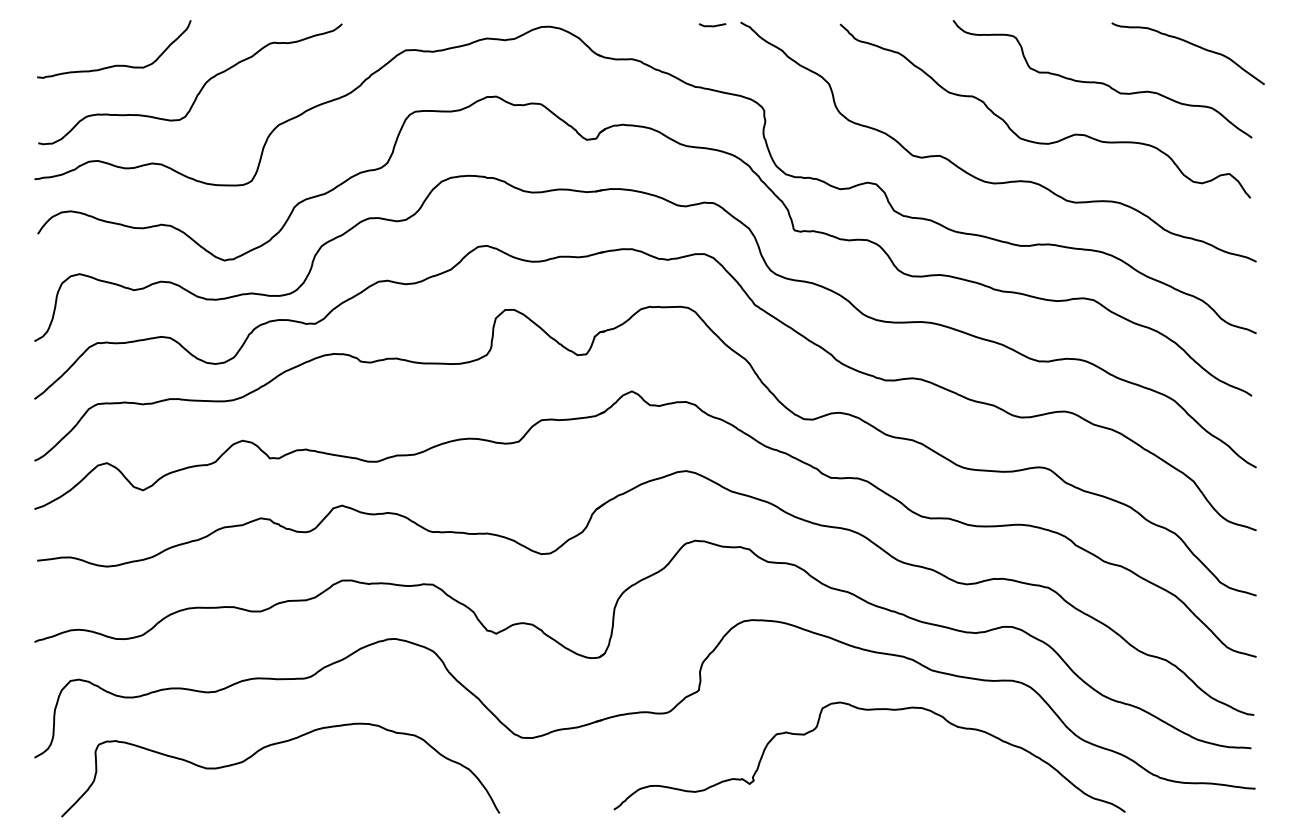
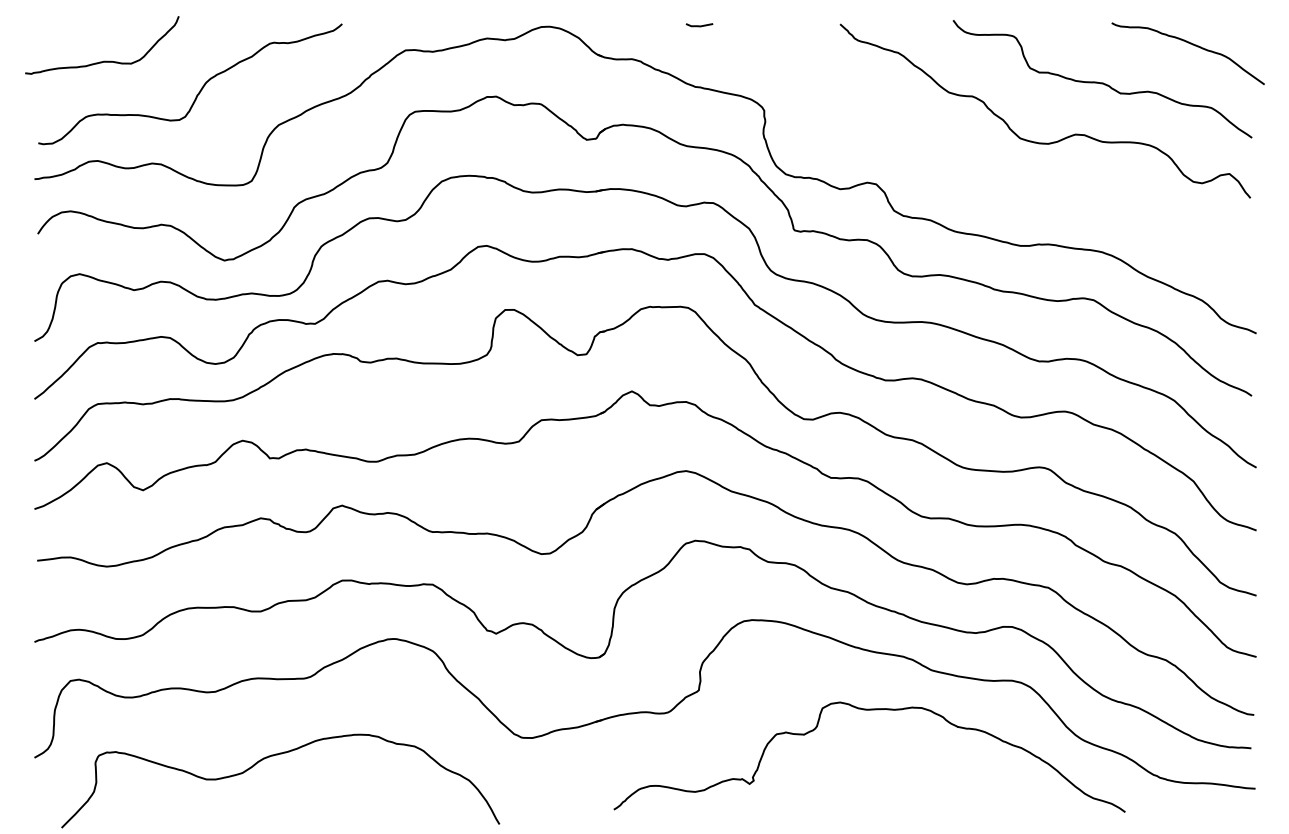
line at (712, 25) position: (712, 25) -> (699, 25)
curve at (116, 64) position: (116, 64) -> (104, 60)
curve at (1005, 181): present -> none
curve at (273, 745) position: (273, 745) -> (273, 756)
